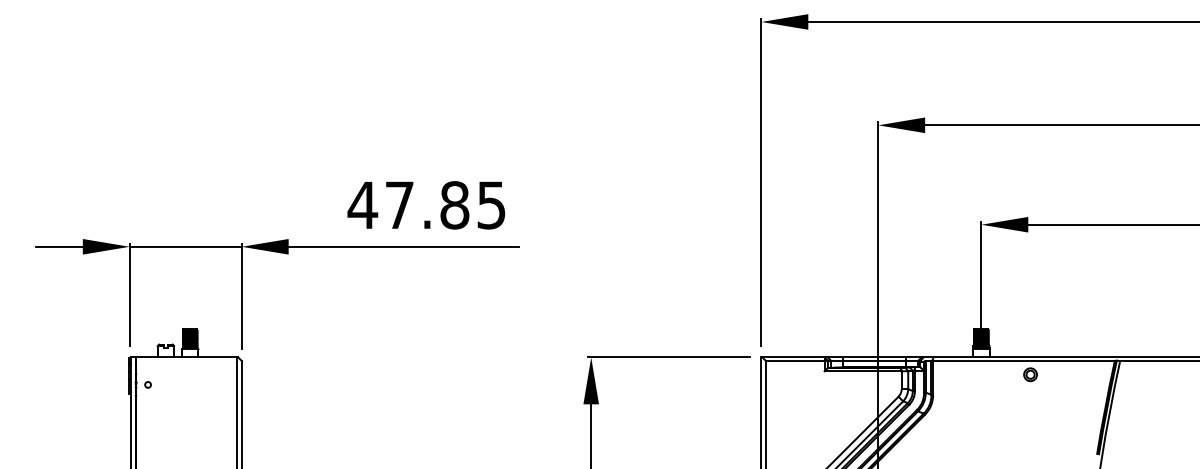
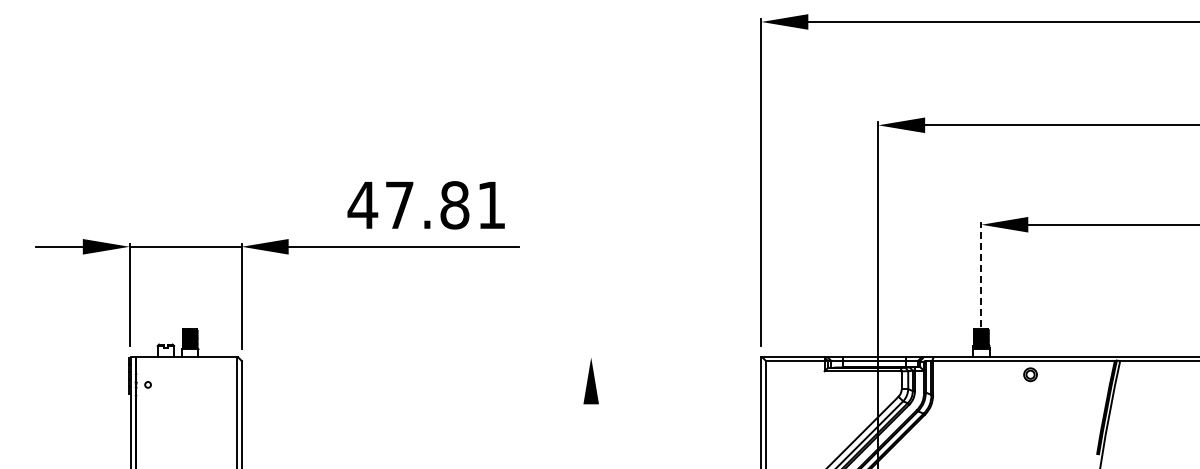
text at (491, 205): 47.85 -> 47.81
line at (981, 279): solid -> dashed
line at (668, 357): present -> none
line at (591, 434): present -> none
